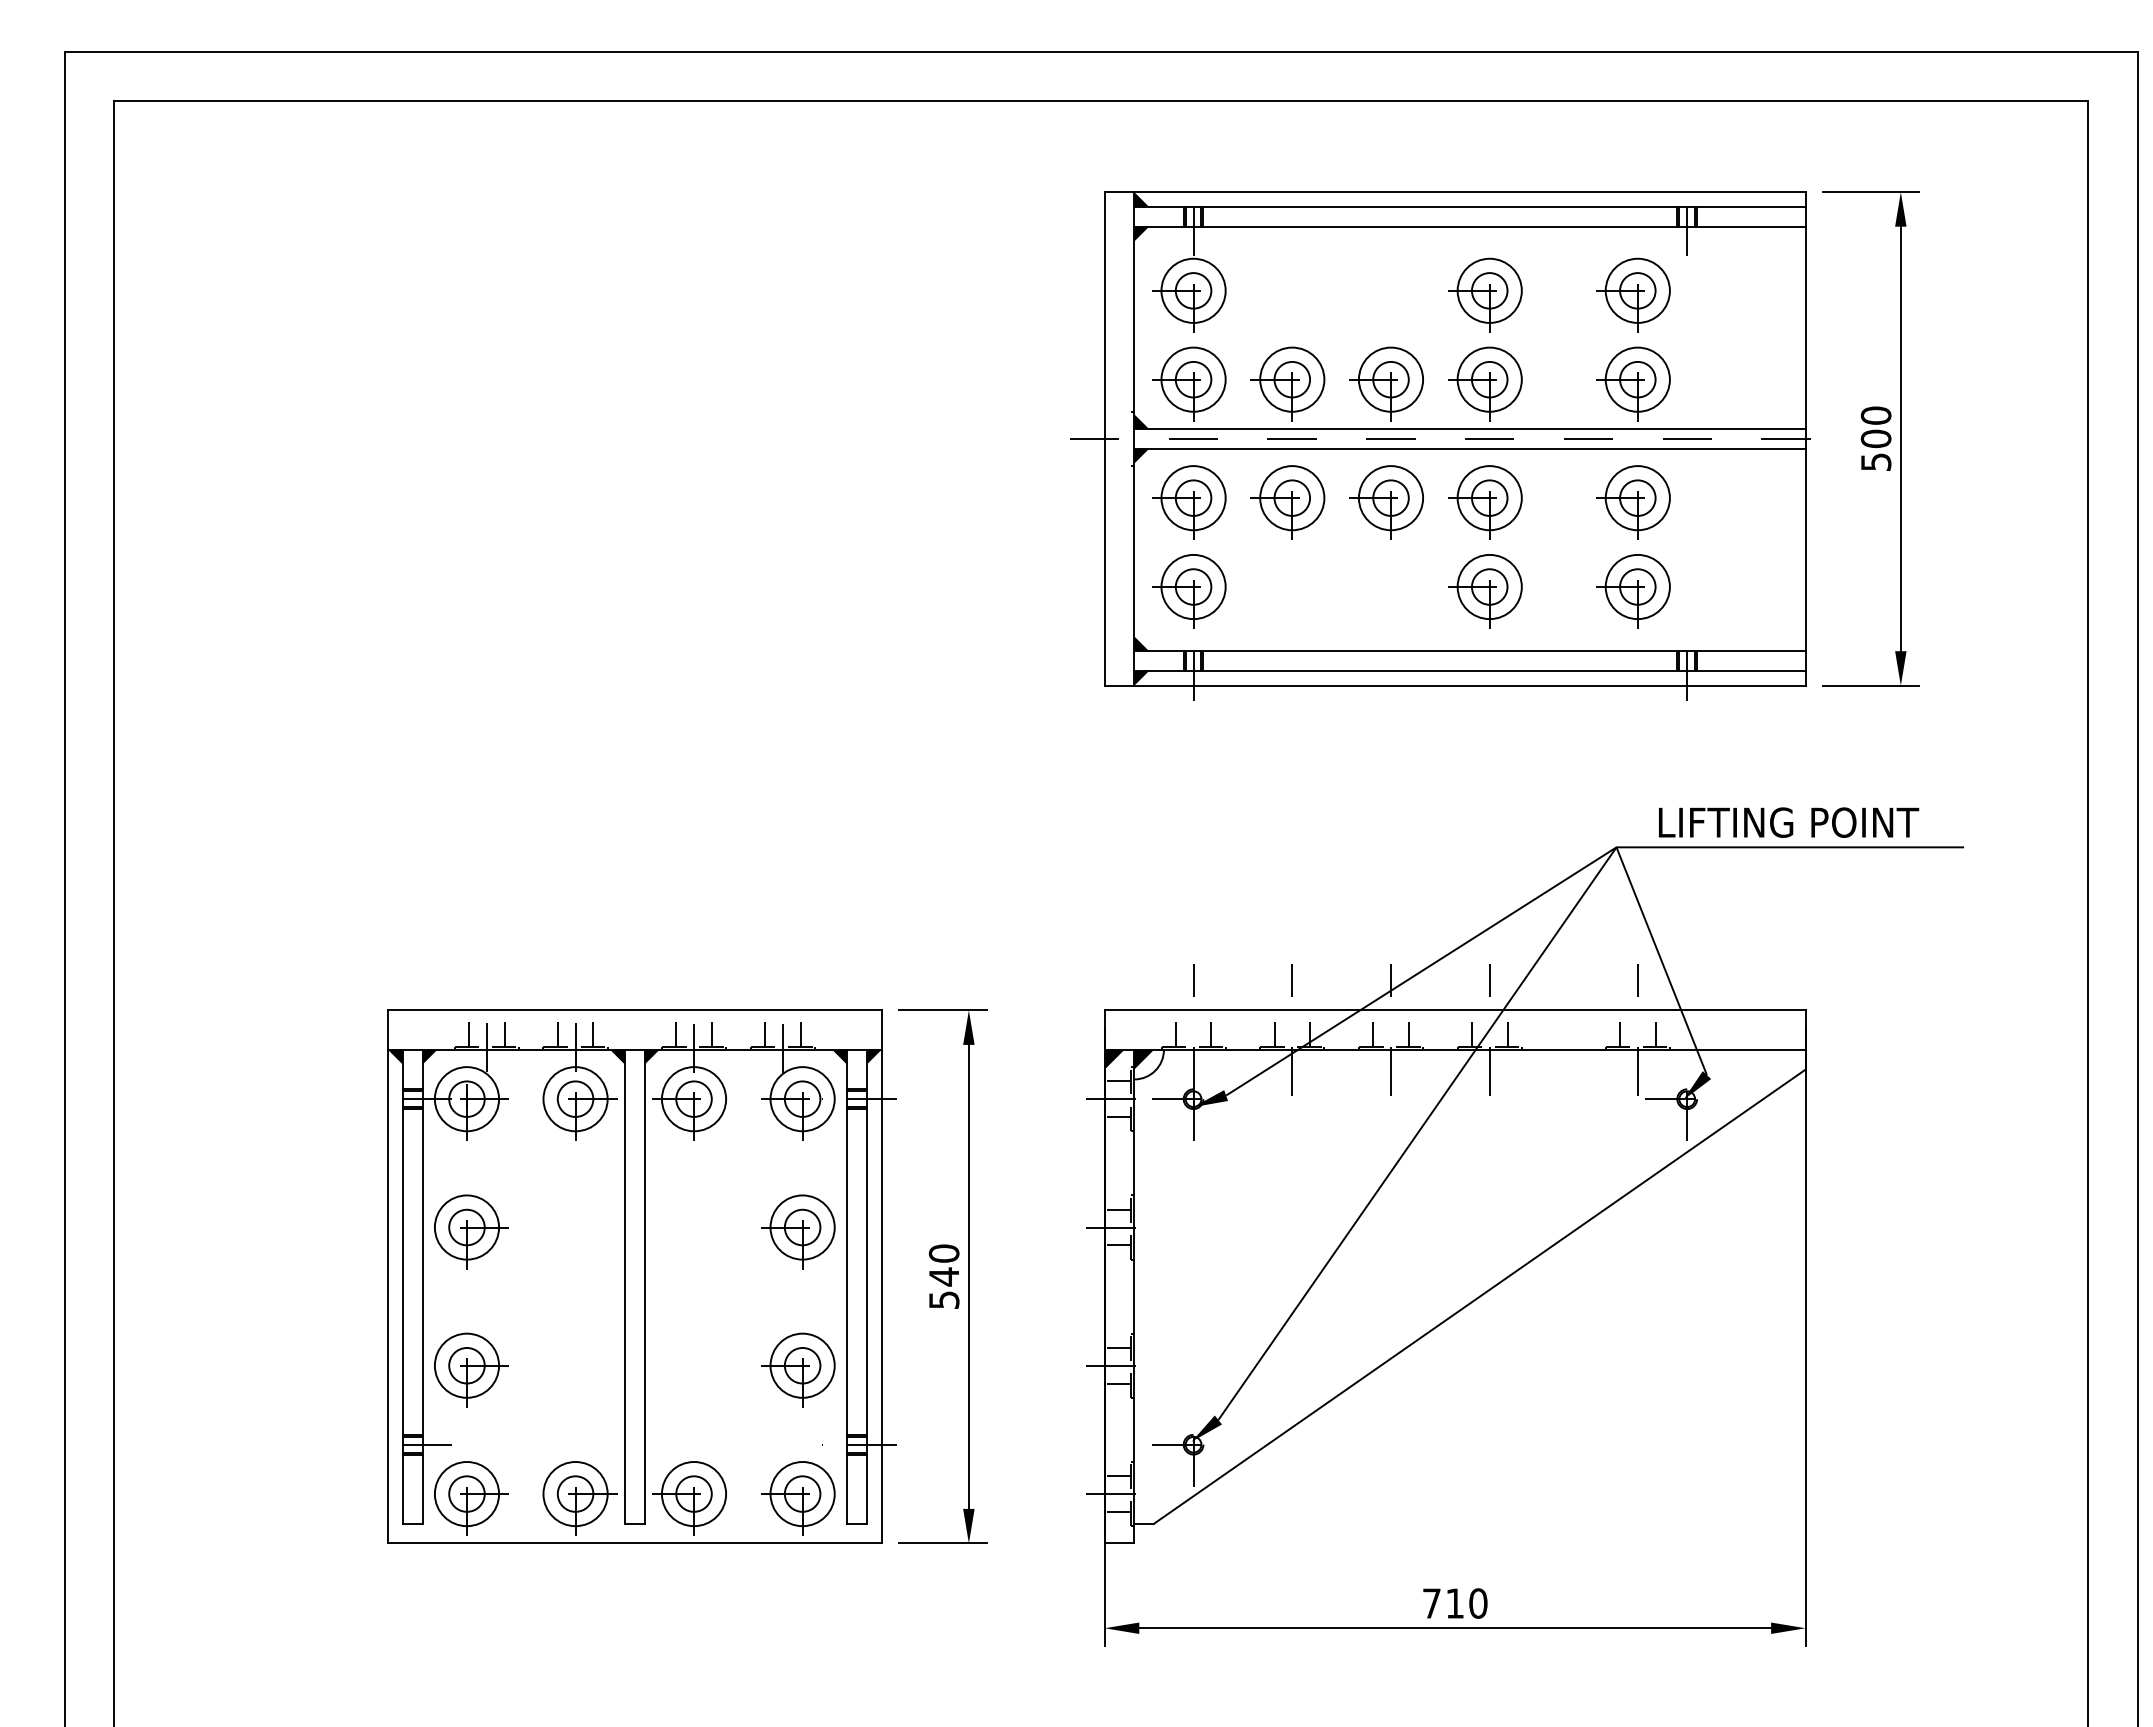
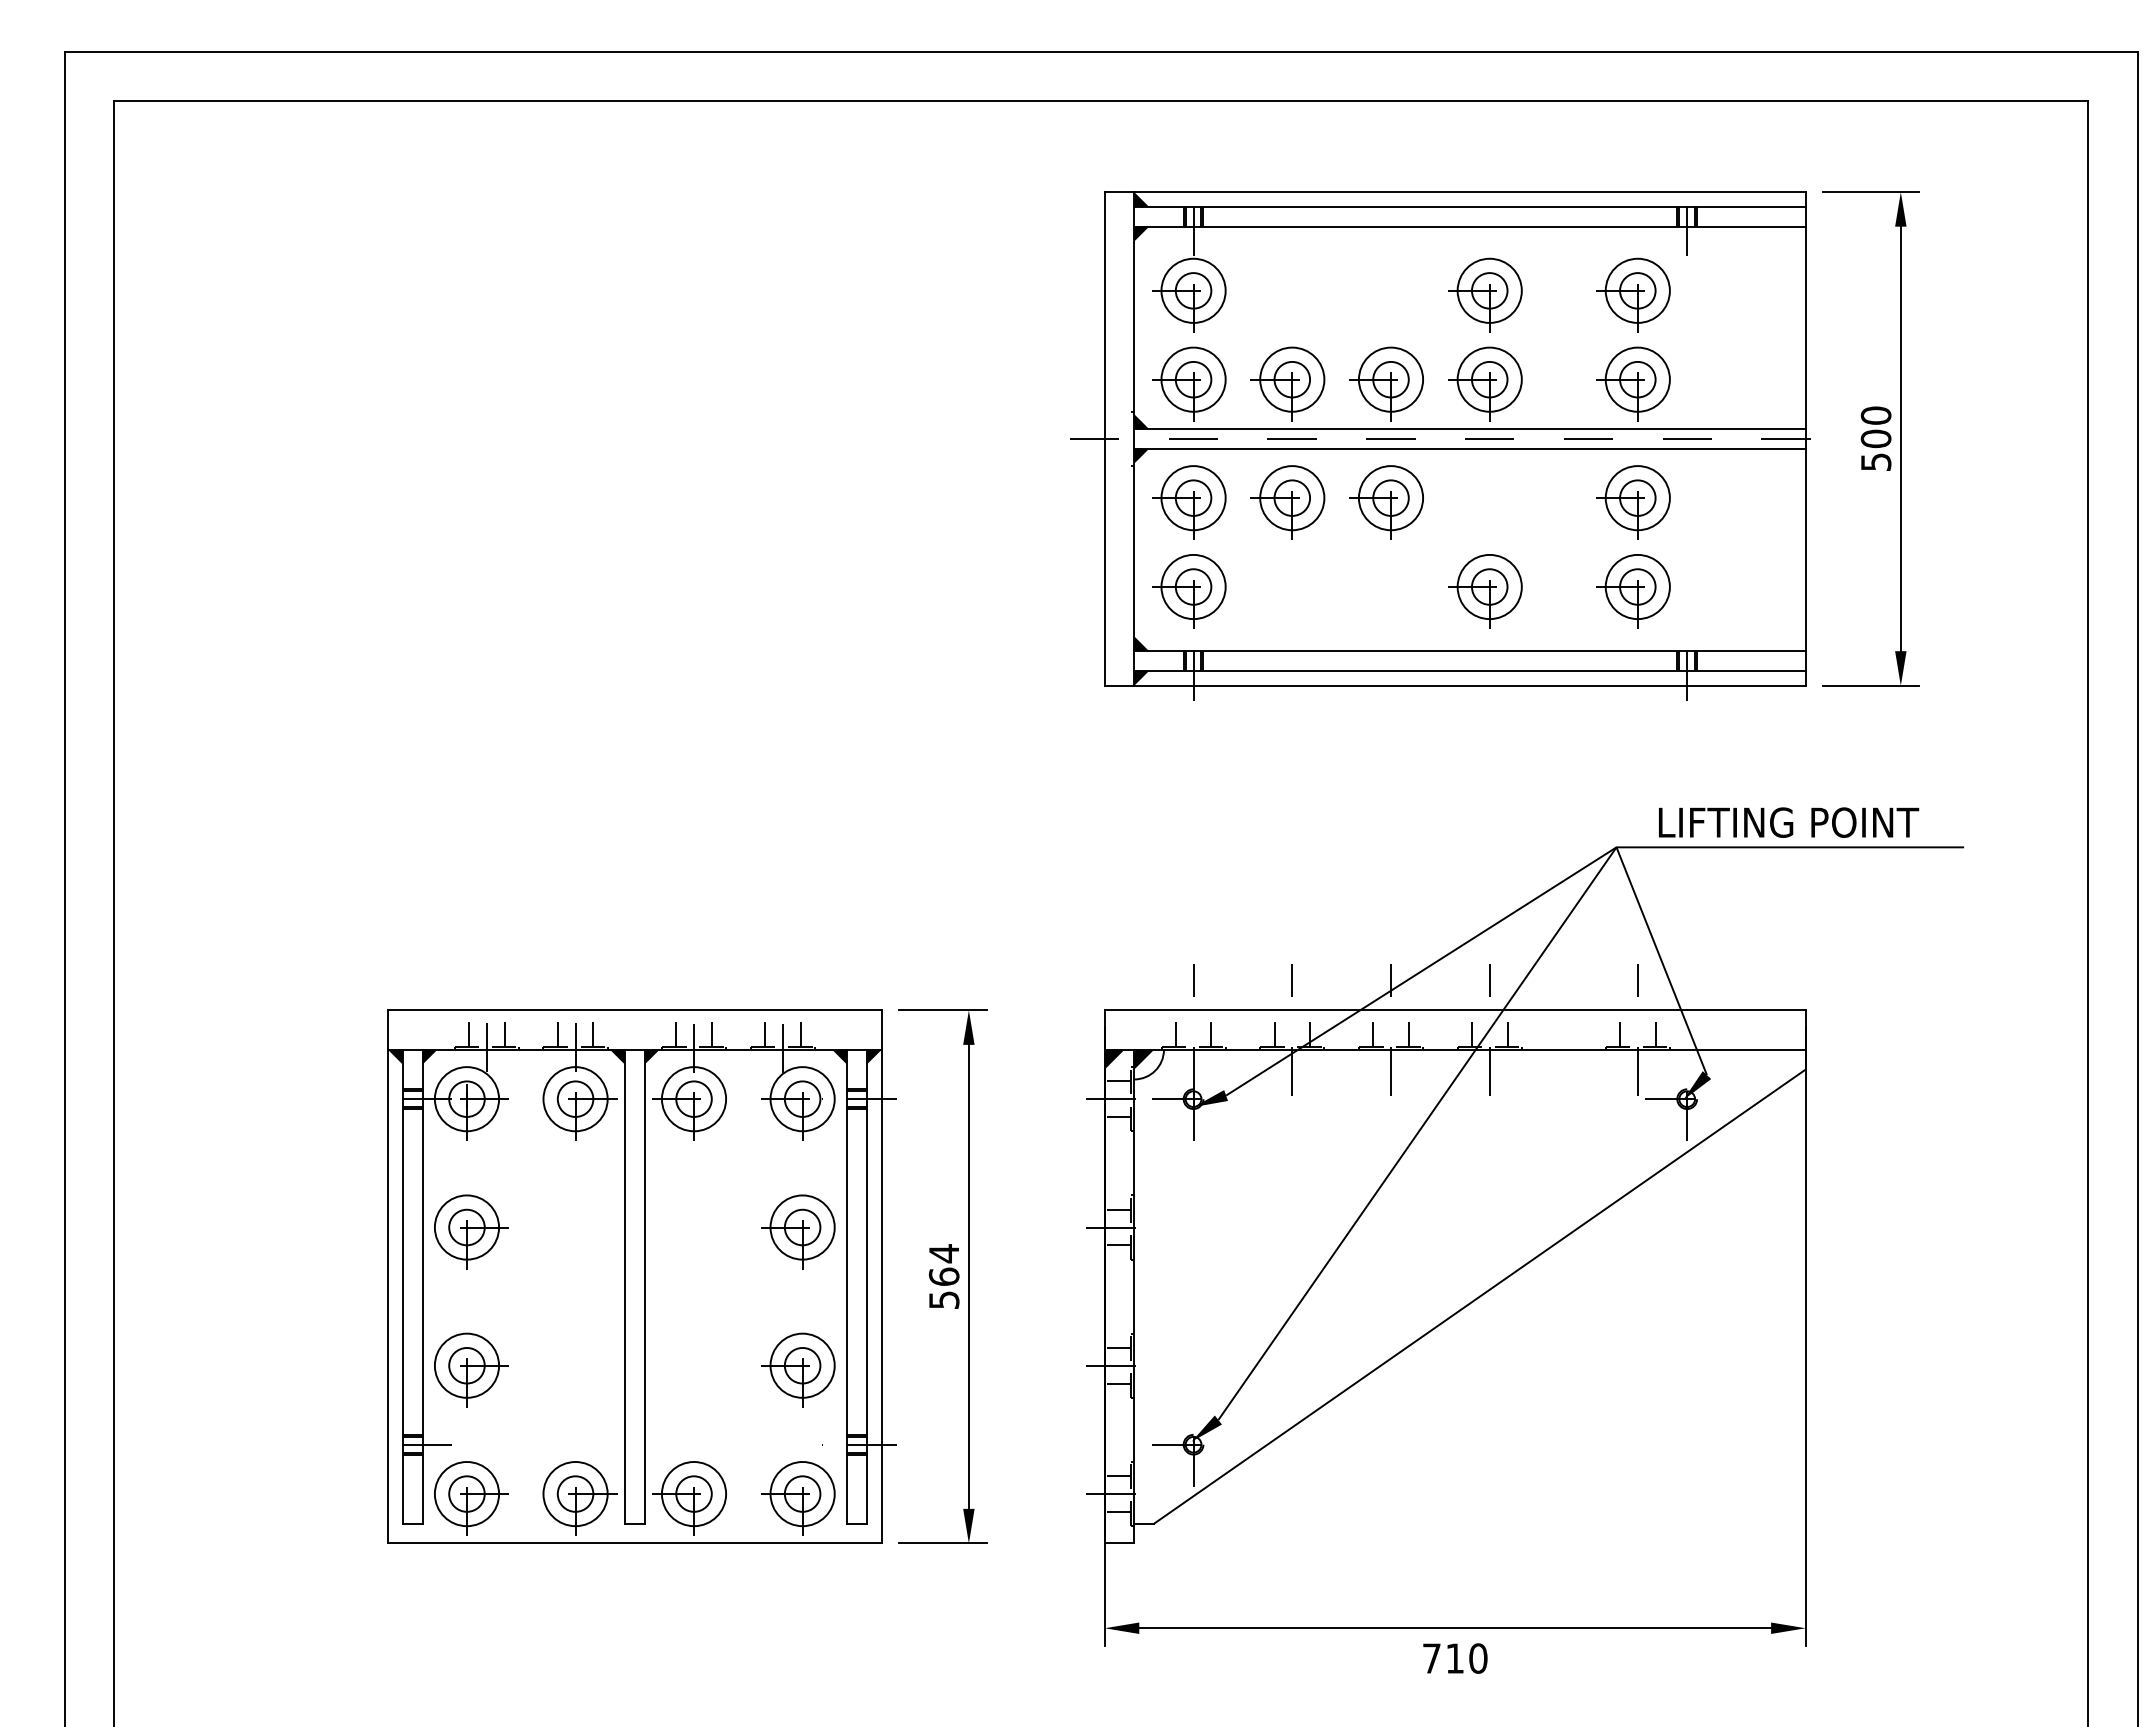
part at (1485, 502): present -> none
text at (943, 1265): 540 -> 564
text at (1455, 1603) position: (1455, 1603) -> (1455, 1658)
